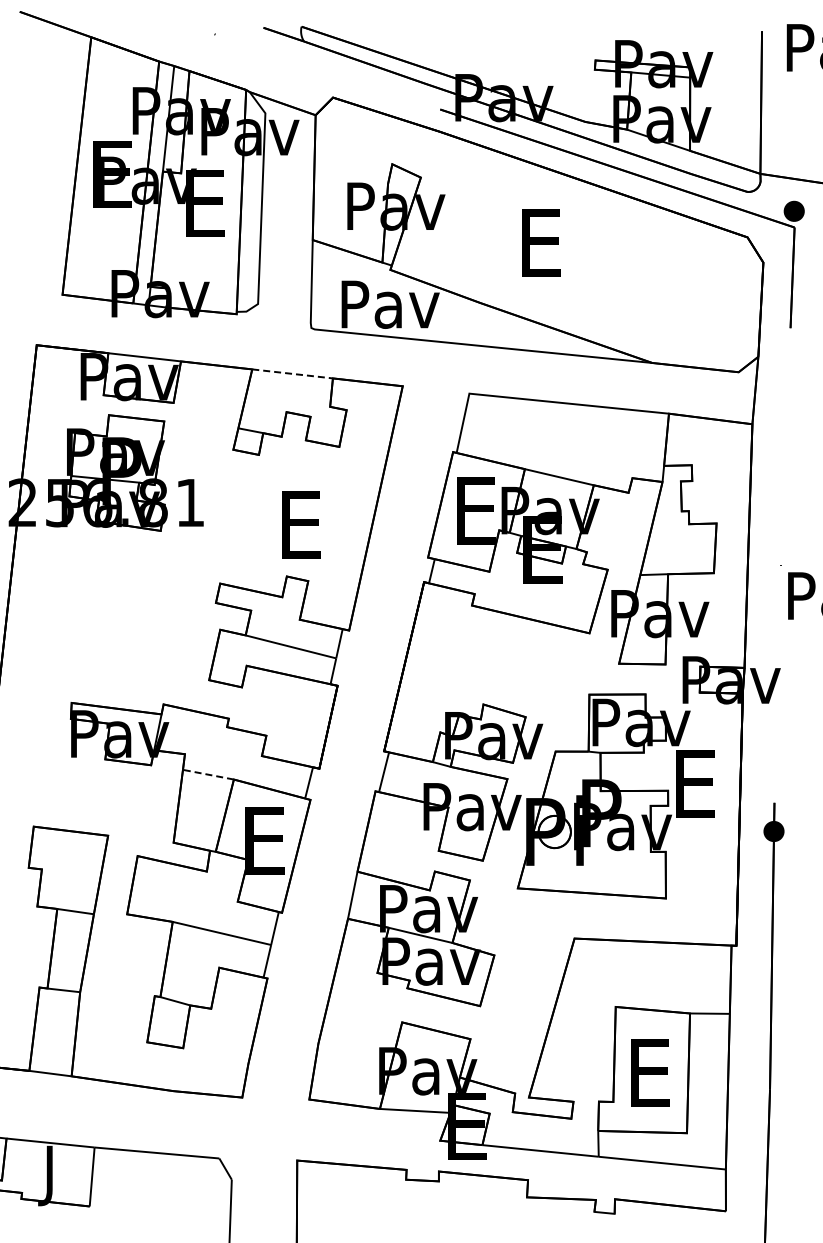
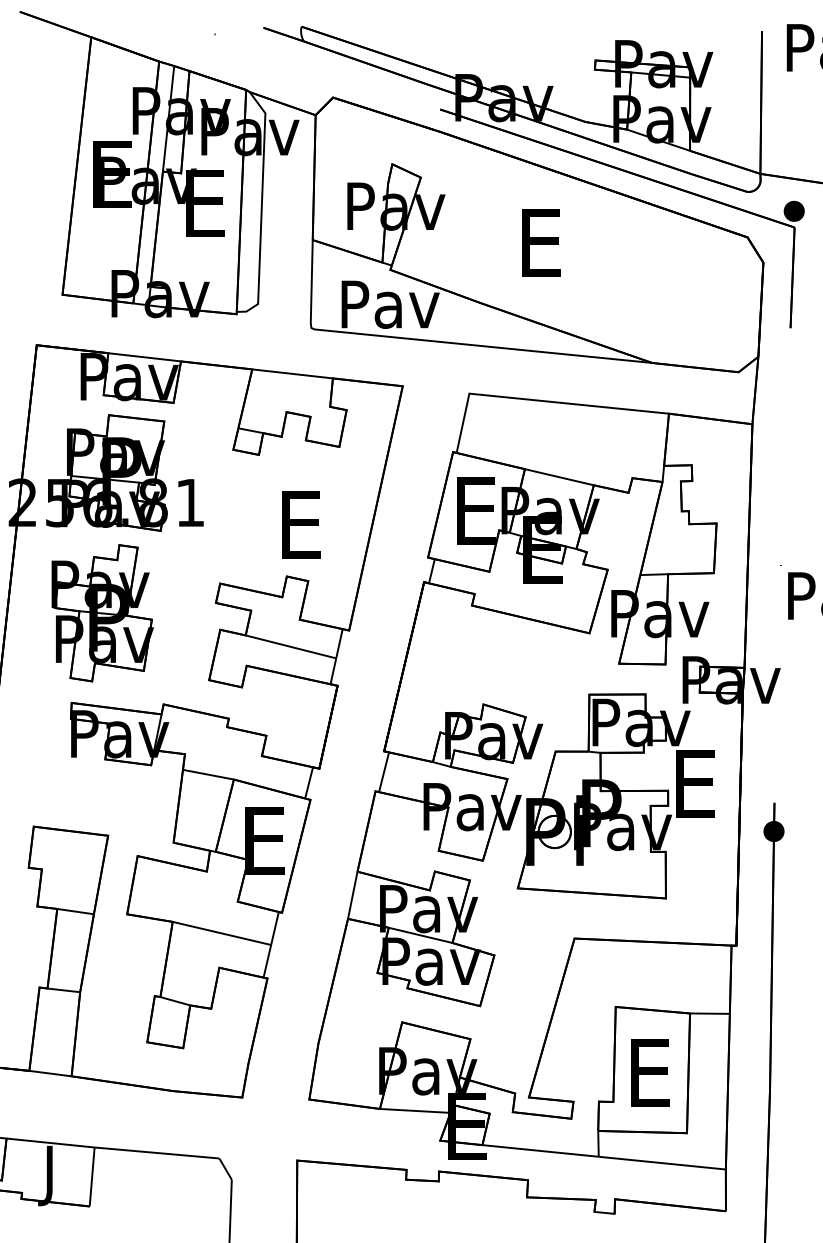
line at (292, 373): dashed -> solid
part at (102, 613): none -> present
line at (208, 774): dashed -> solid
